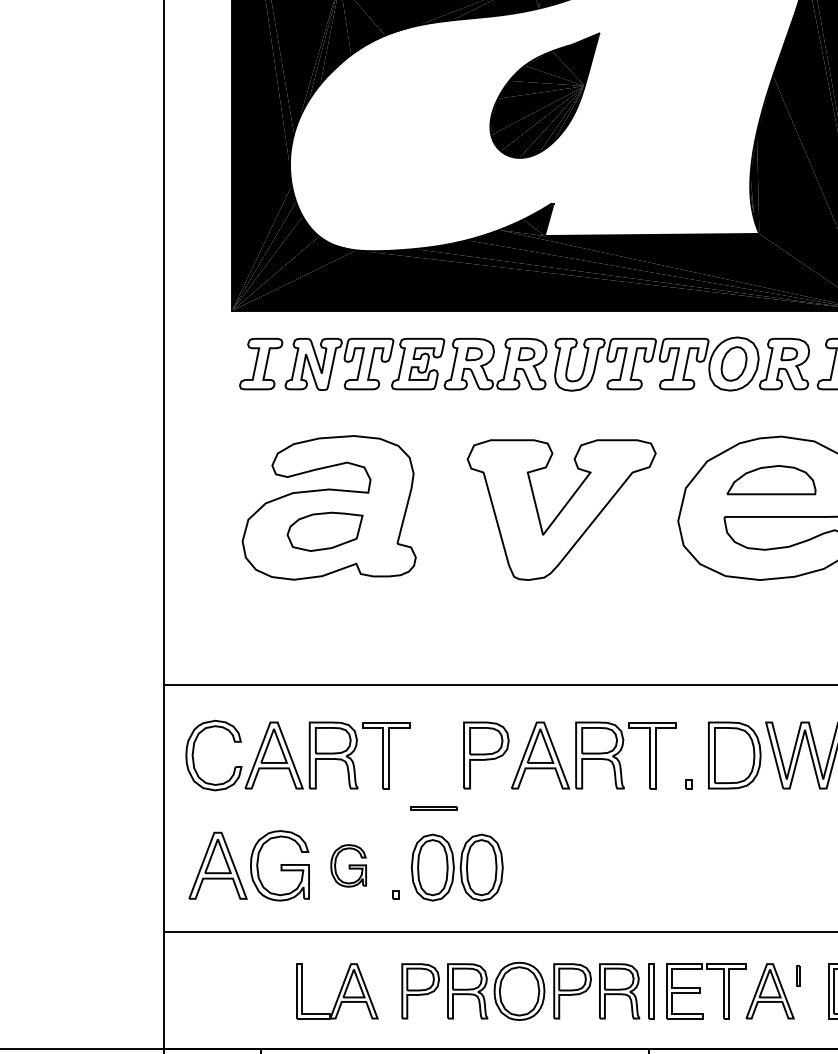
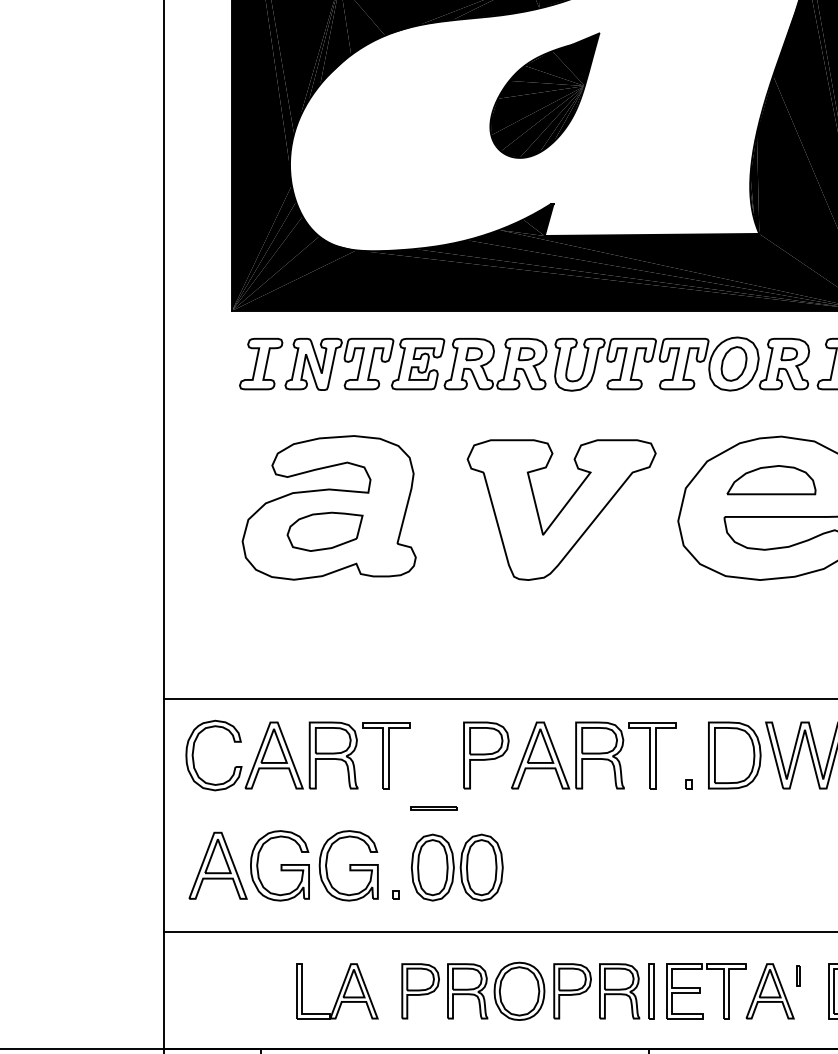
line at (498, 685) position: (498, 685) -> (498, 699)
part at (348, 865) size: 37x44 px -> 61x72 px
